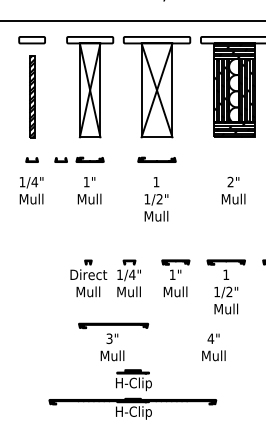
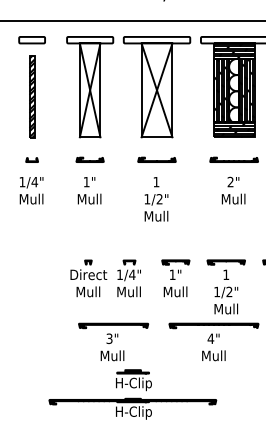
part at (60, 159): present -> none
part at (233, 159): none -> present
part at (213, 325): none -> present
